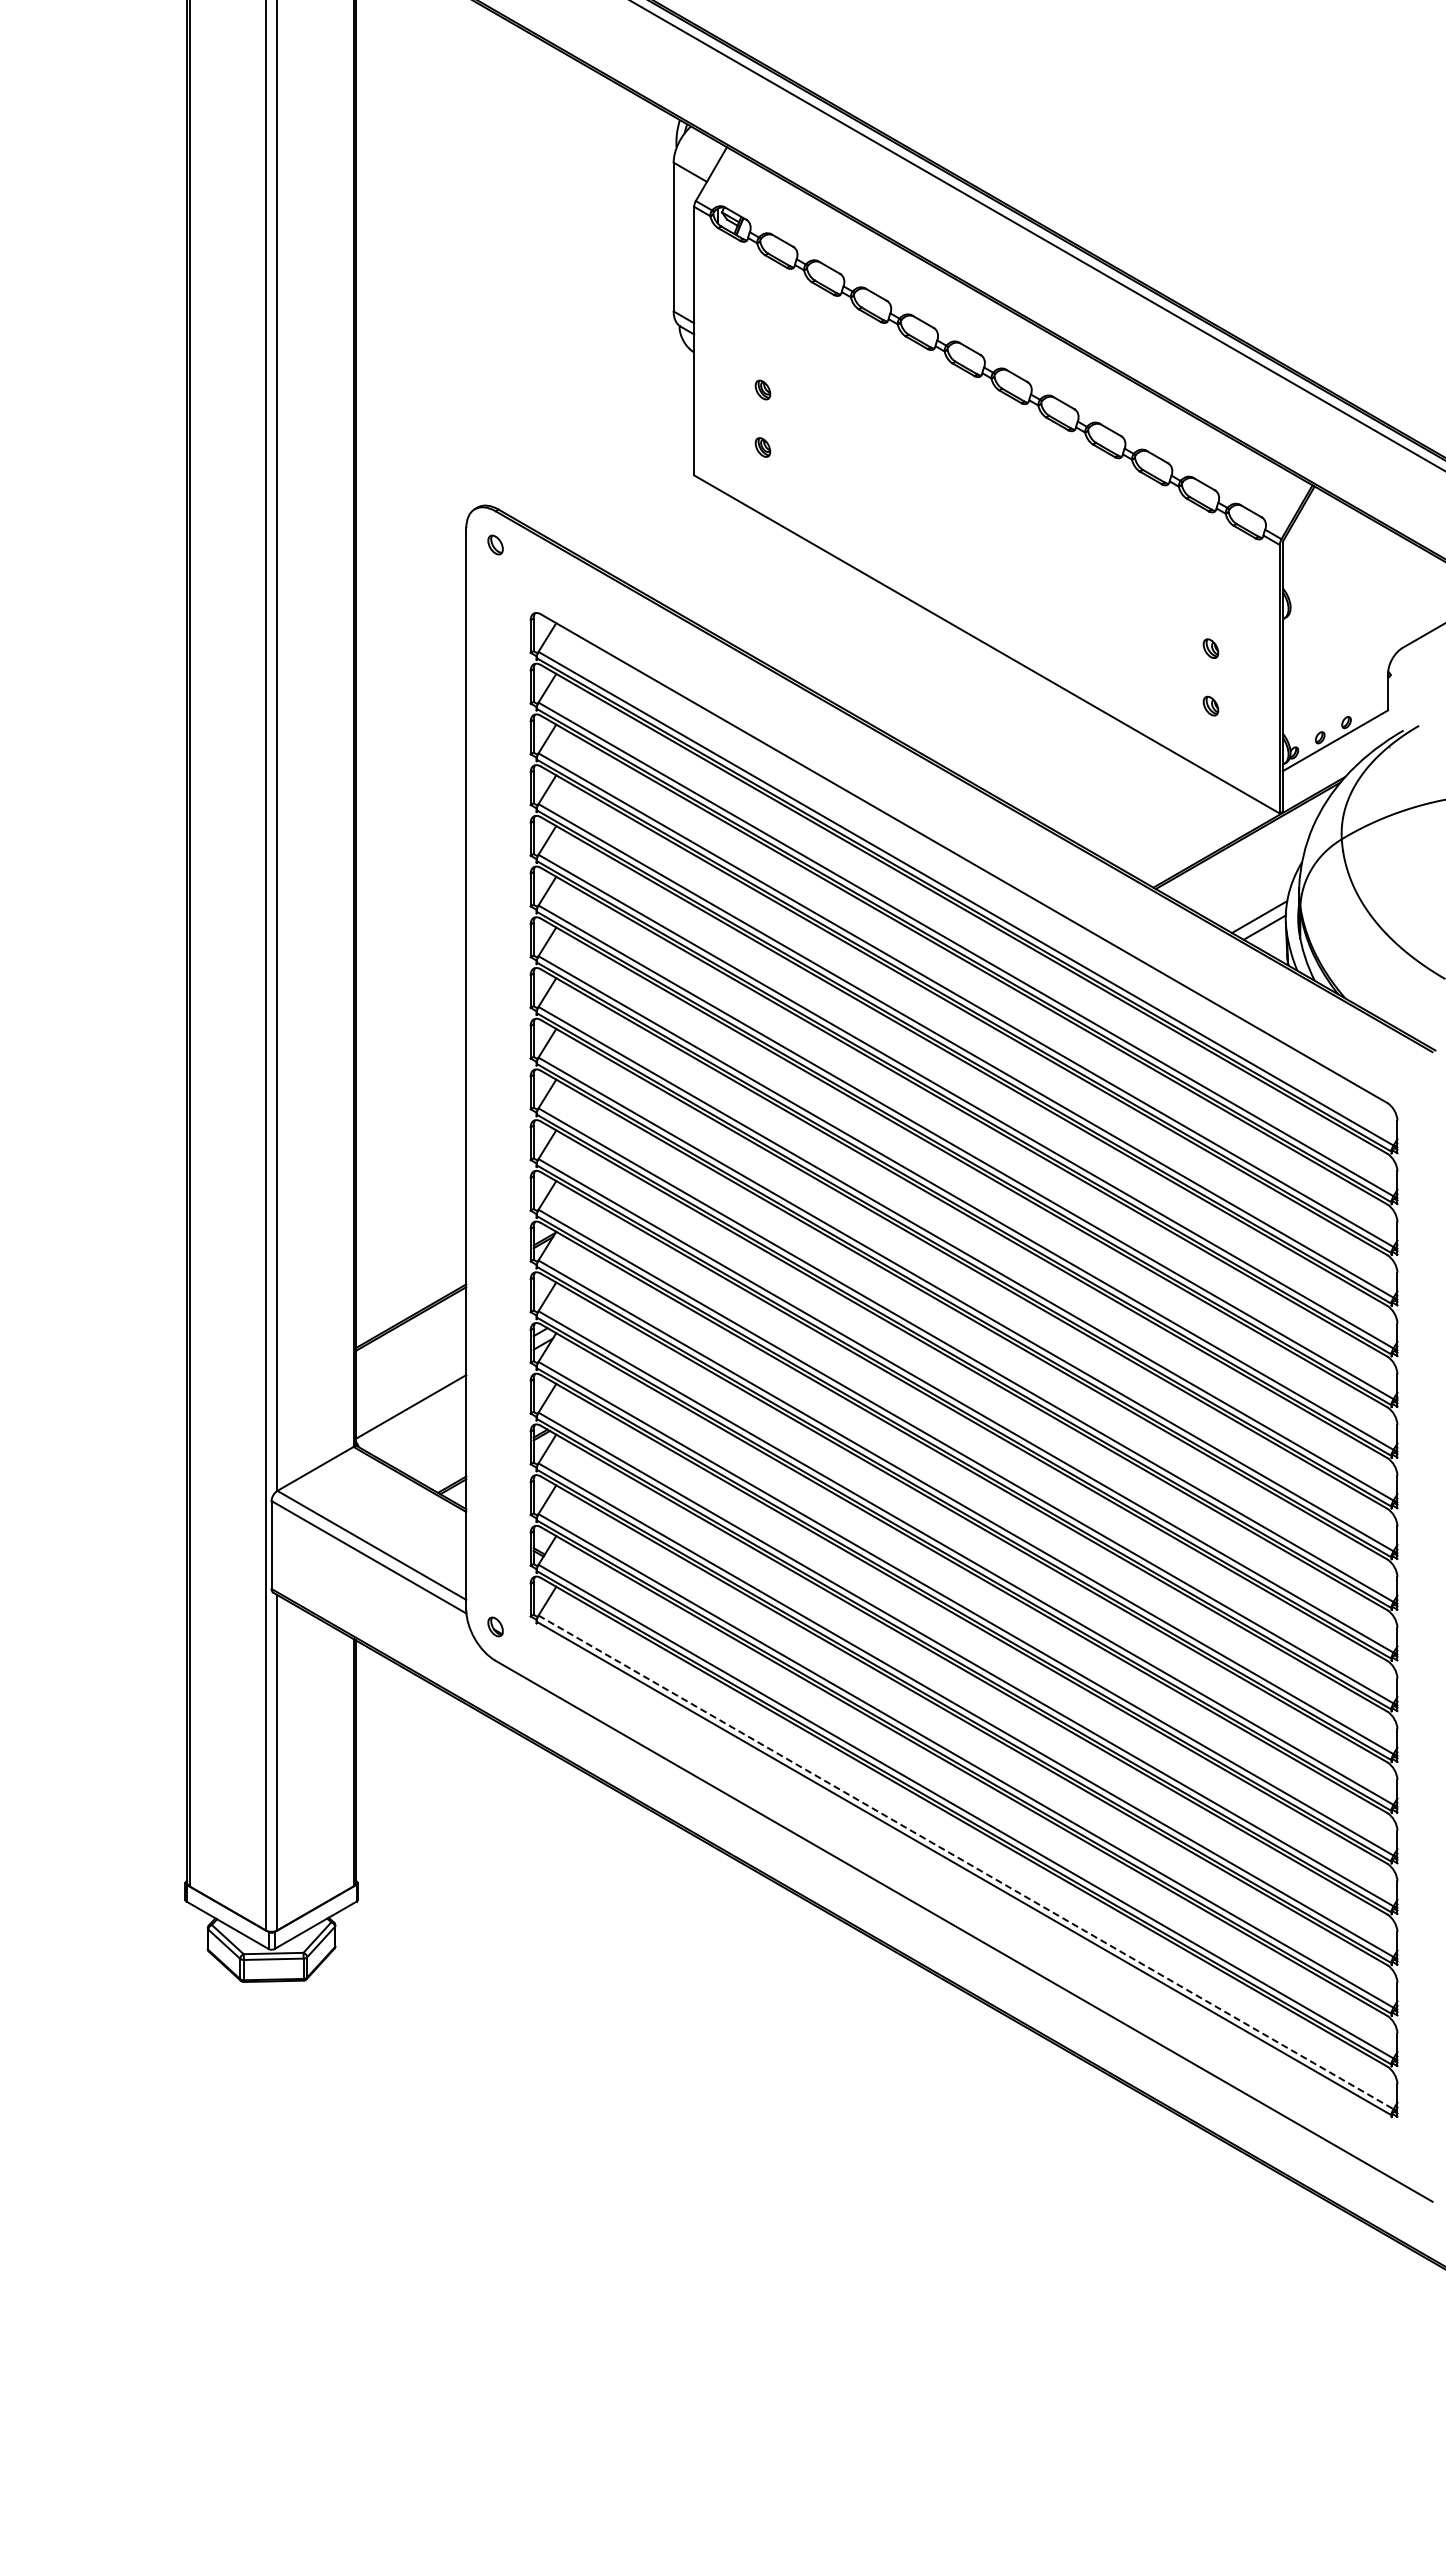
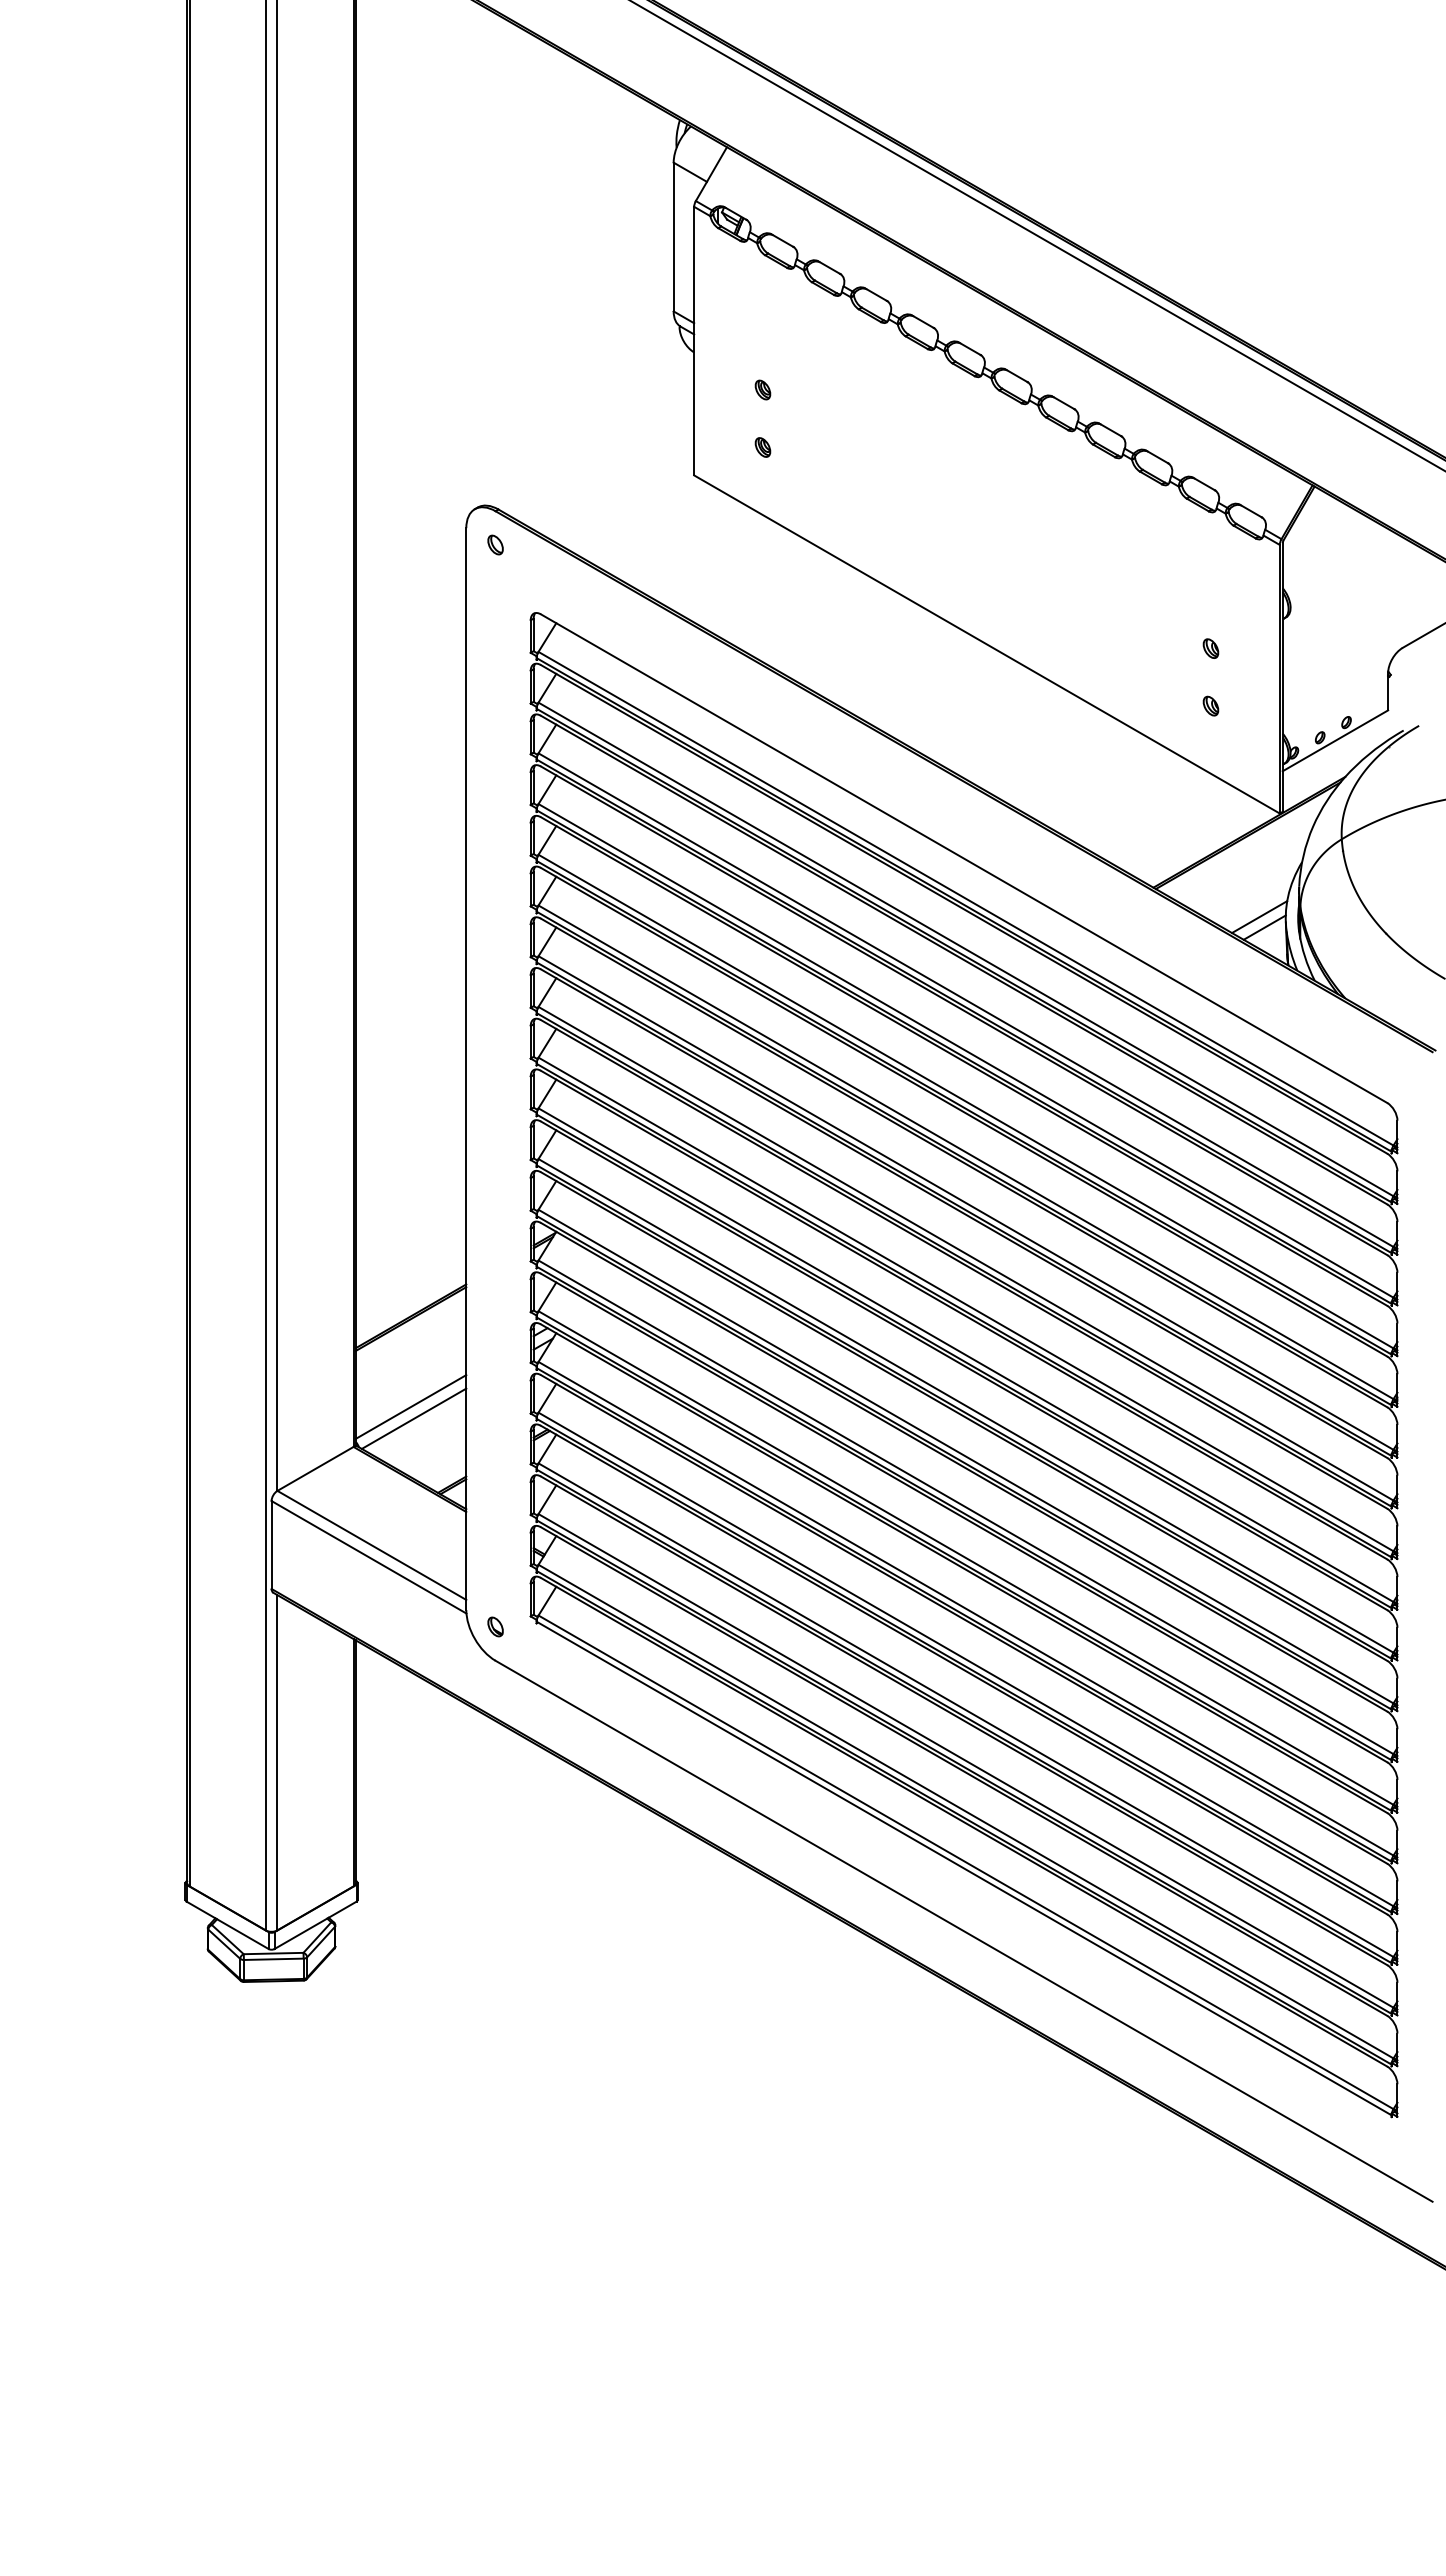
line at (413, 1418): none -> present
line at (966, 1862): dashed -> solid
